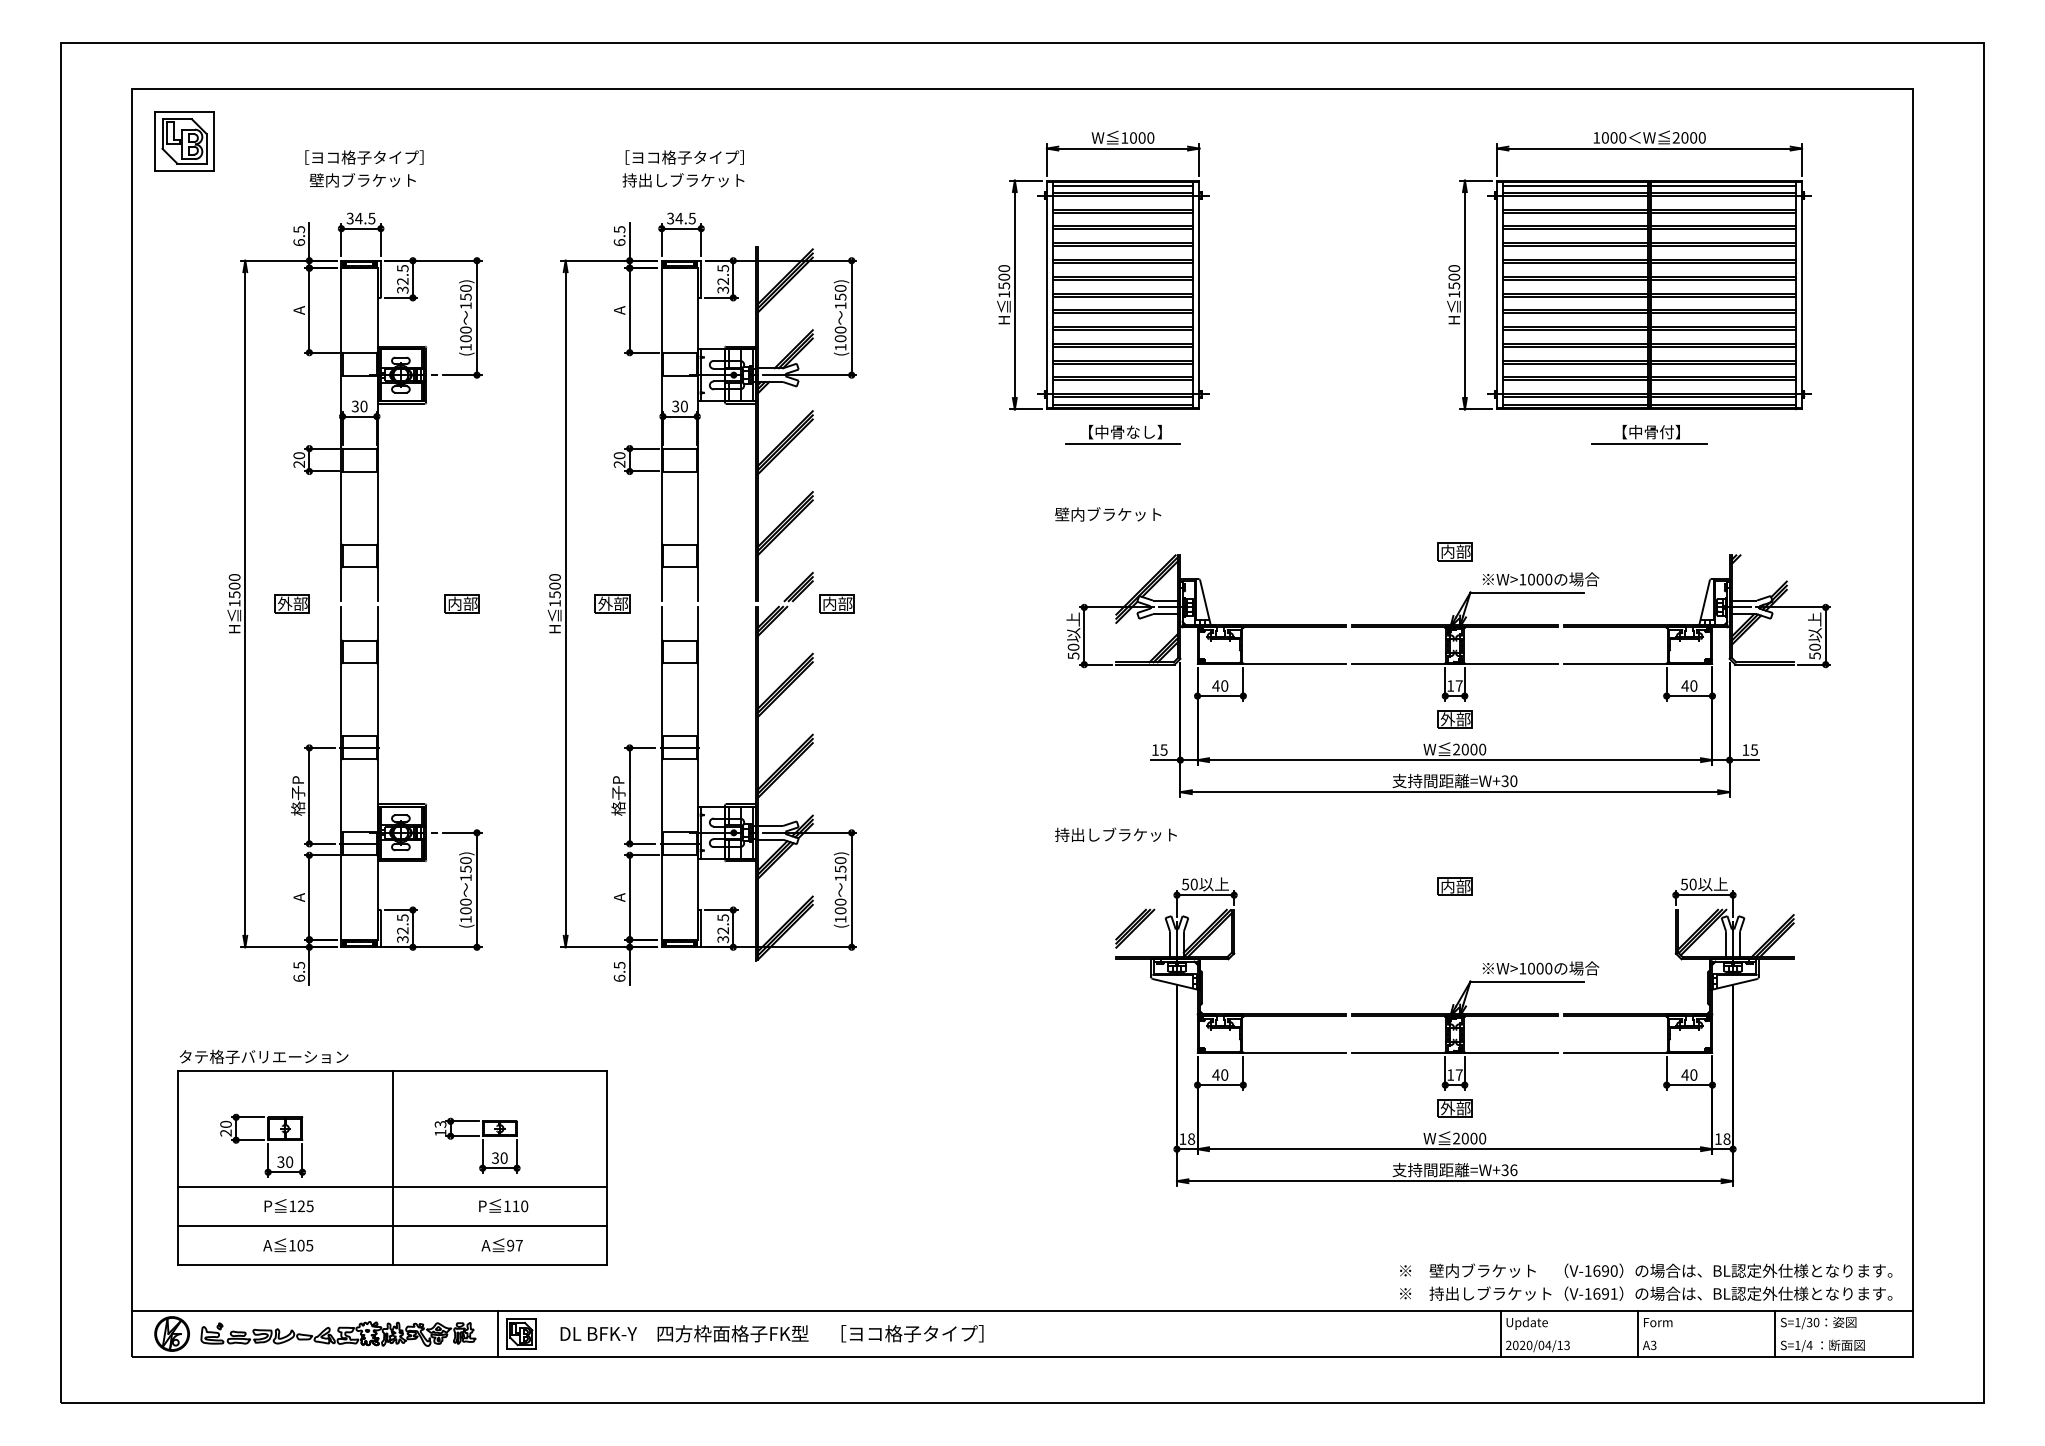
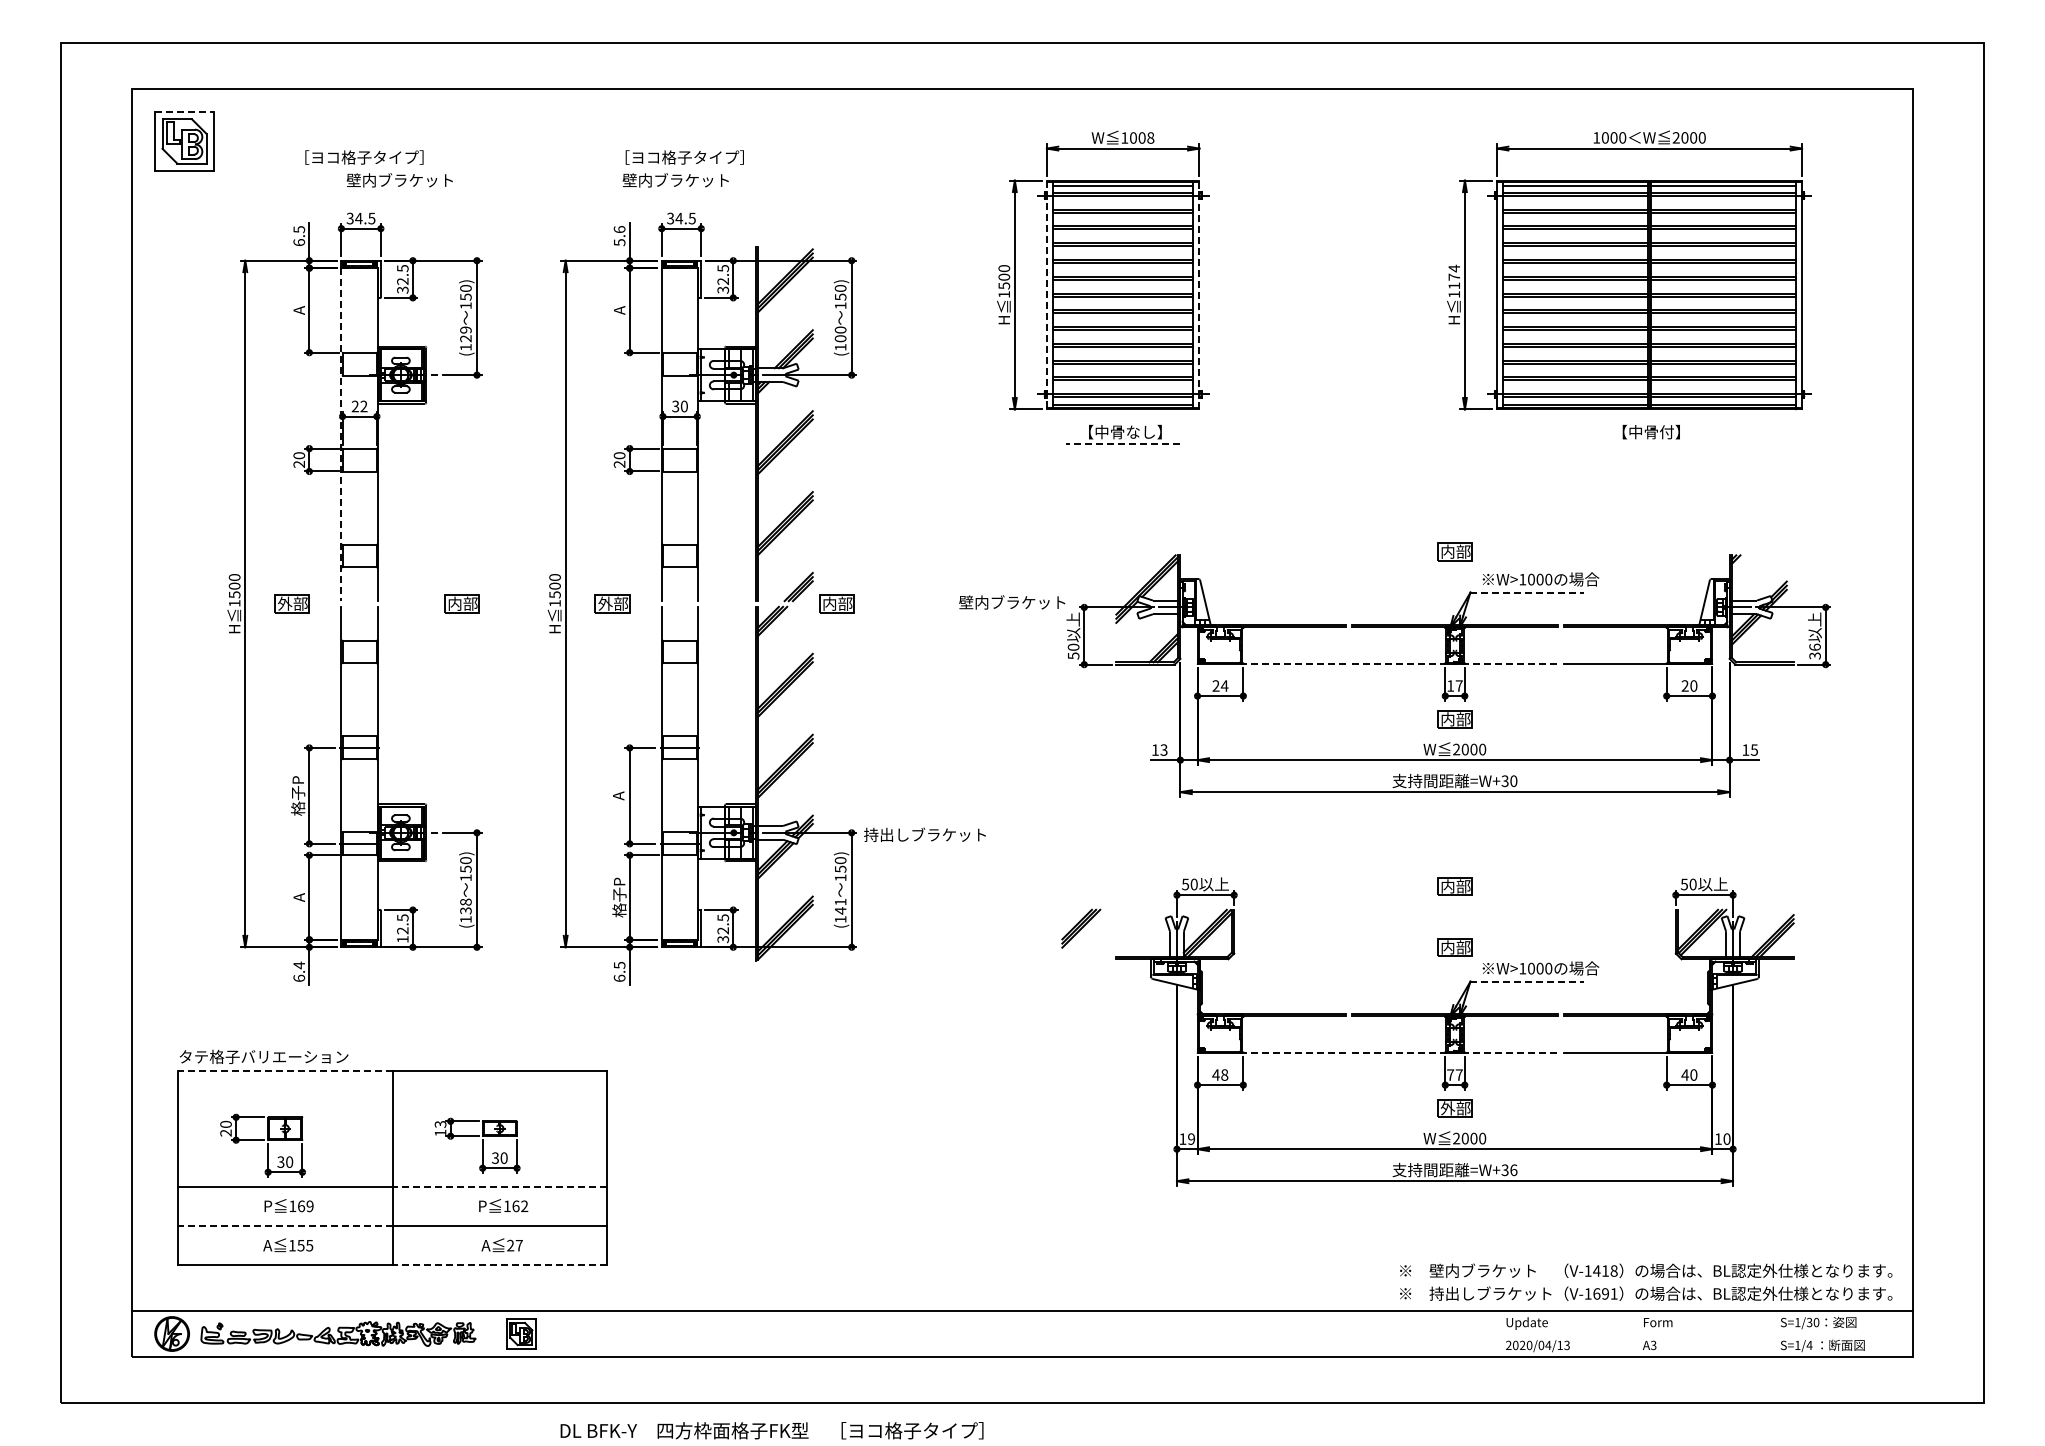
line at (185, 111): solid -> dashed
text at (1150, 137): 1000 -> 1008
text at (362, 180) position: (362, 180) -> (399, 180)
text at (683, 180): 持出しブラケット -> 壁内ブラケット
text at (619, 236): 6.5 -> 5.6
text at (1454, 276): 1500 -> 1174
line at (1199, 294): solid -> dashed
line at (1046, 295): solid -> dashed
text at (465, 334): (100 -> (129
text at (359, 406): 30 -> 22
line at (341, 435): solid -> dashed
line at (1122, 443): solid -> dashed
line at (1649, 443): present -> none
text at (1108, 514) position: (1108, 514) -> (1012, 602)
line at (1527, 592): solid -> dashed
text at (1814, 651): 50 -> 36
line at (1293, 664): solid -> dashed
line at (1455, 664): solid -> dashed
text at (1220, 685): 40 -> 24
text at (1684, 685): 40 -> 20
text at (1447, 719): 外部 -> 内部
text at (1163, 749): 15 -> 13
text at (618, 795): 格子P -> A
text at (1115, 834) position: (1115, 834) -> (924, 834)
text at (619, 897): A -> 格子P
text at (465, 906): (100 -> (138
text at (840, 906): (100 -> (141
part at (1135, 928) position: (1135, 928) -> (1081, 928)
text at (402, 939): 32.5 -> 12.5
part at (1454, 947): none -> present
text at (299, 965): 6.5 -> 6.4
line at (1527, 981): solid -> dashed
line at (1293, 1053): solid -> dashed
line at (1455, 1053): solid -> dashed
line at (284, 1070): solid -> dashed
text at (1224, 1074): 40 -> 48
text at (1450, 1074): 17 -> 77
text at (1191, 1138): 18 -> 19
text at (1726, 1139): 18 -> 10
line at (499, 1186): solid -> dashed
text at (305, 1206): 125 -> 169
text at (520, 1206): 110 -> 162
line at (284, 1226): solid -> dashed
text at (300, 1245): 105 -> 155
text at (510, 1245): 97 -> 27
line at (499, 1265): solid -> dashed
text at (1605, 1270): V-1690 -> V-1418
line at (498, 1333): present -> none
text at (771, 1333) position: (771, 1333) -> (771, 1430)
line at (1500, 1333): present -> none
line at (1638, 1333): present -> none
line at (1775, 1333): present -> none
